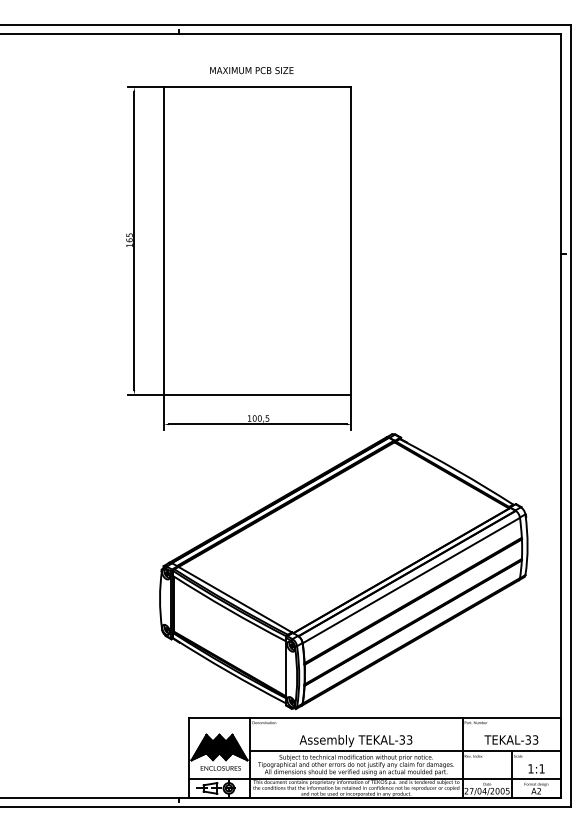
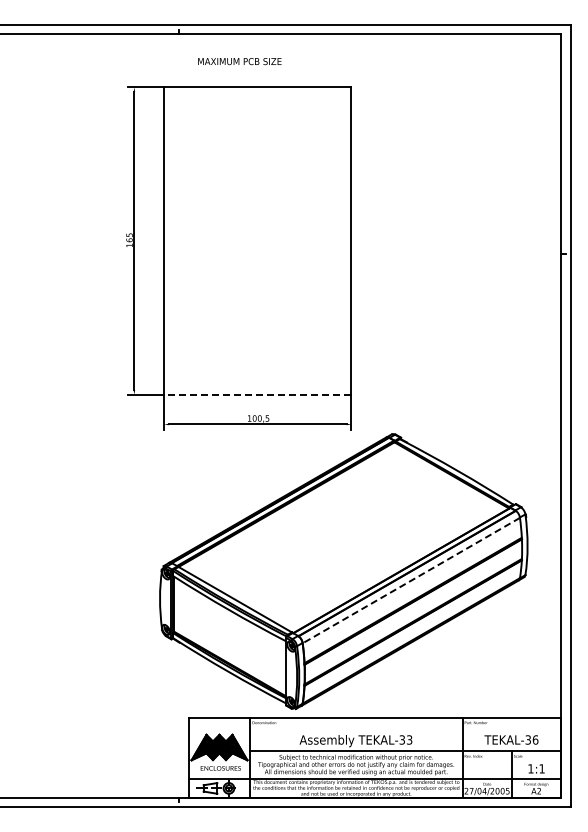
text at (251, 70) position: (251, 70) -> (239, 61)
line at (257, 394): solid -> dashed
line at (410, 580): solid -> dashed
text at (535, 739): TEKAL-33 -> TEKAL-36
